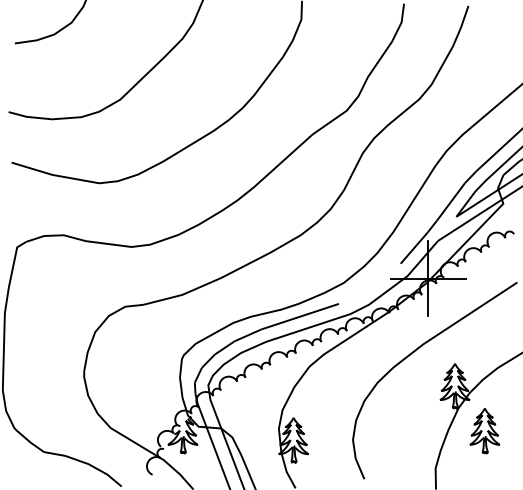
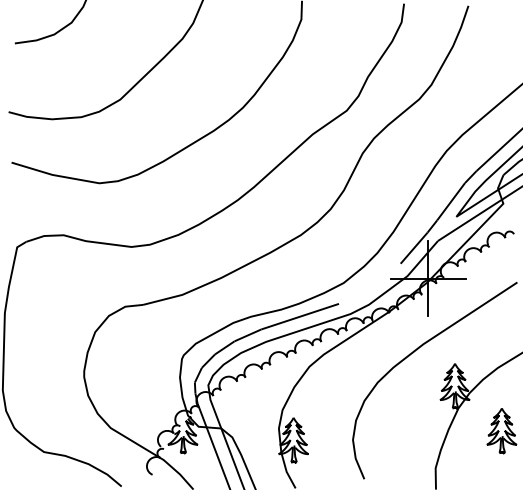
part at (484, 431) position: (484, 431) -> (501, 431)
